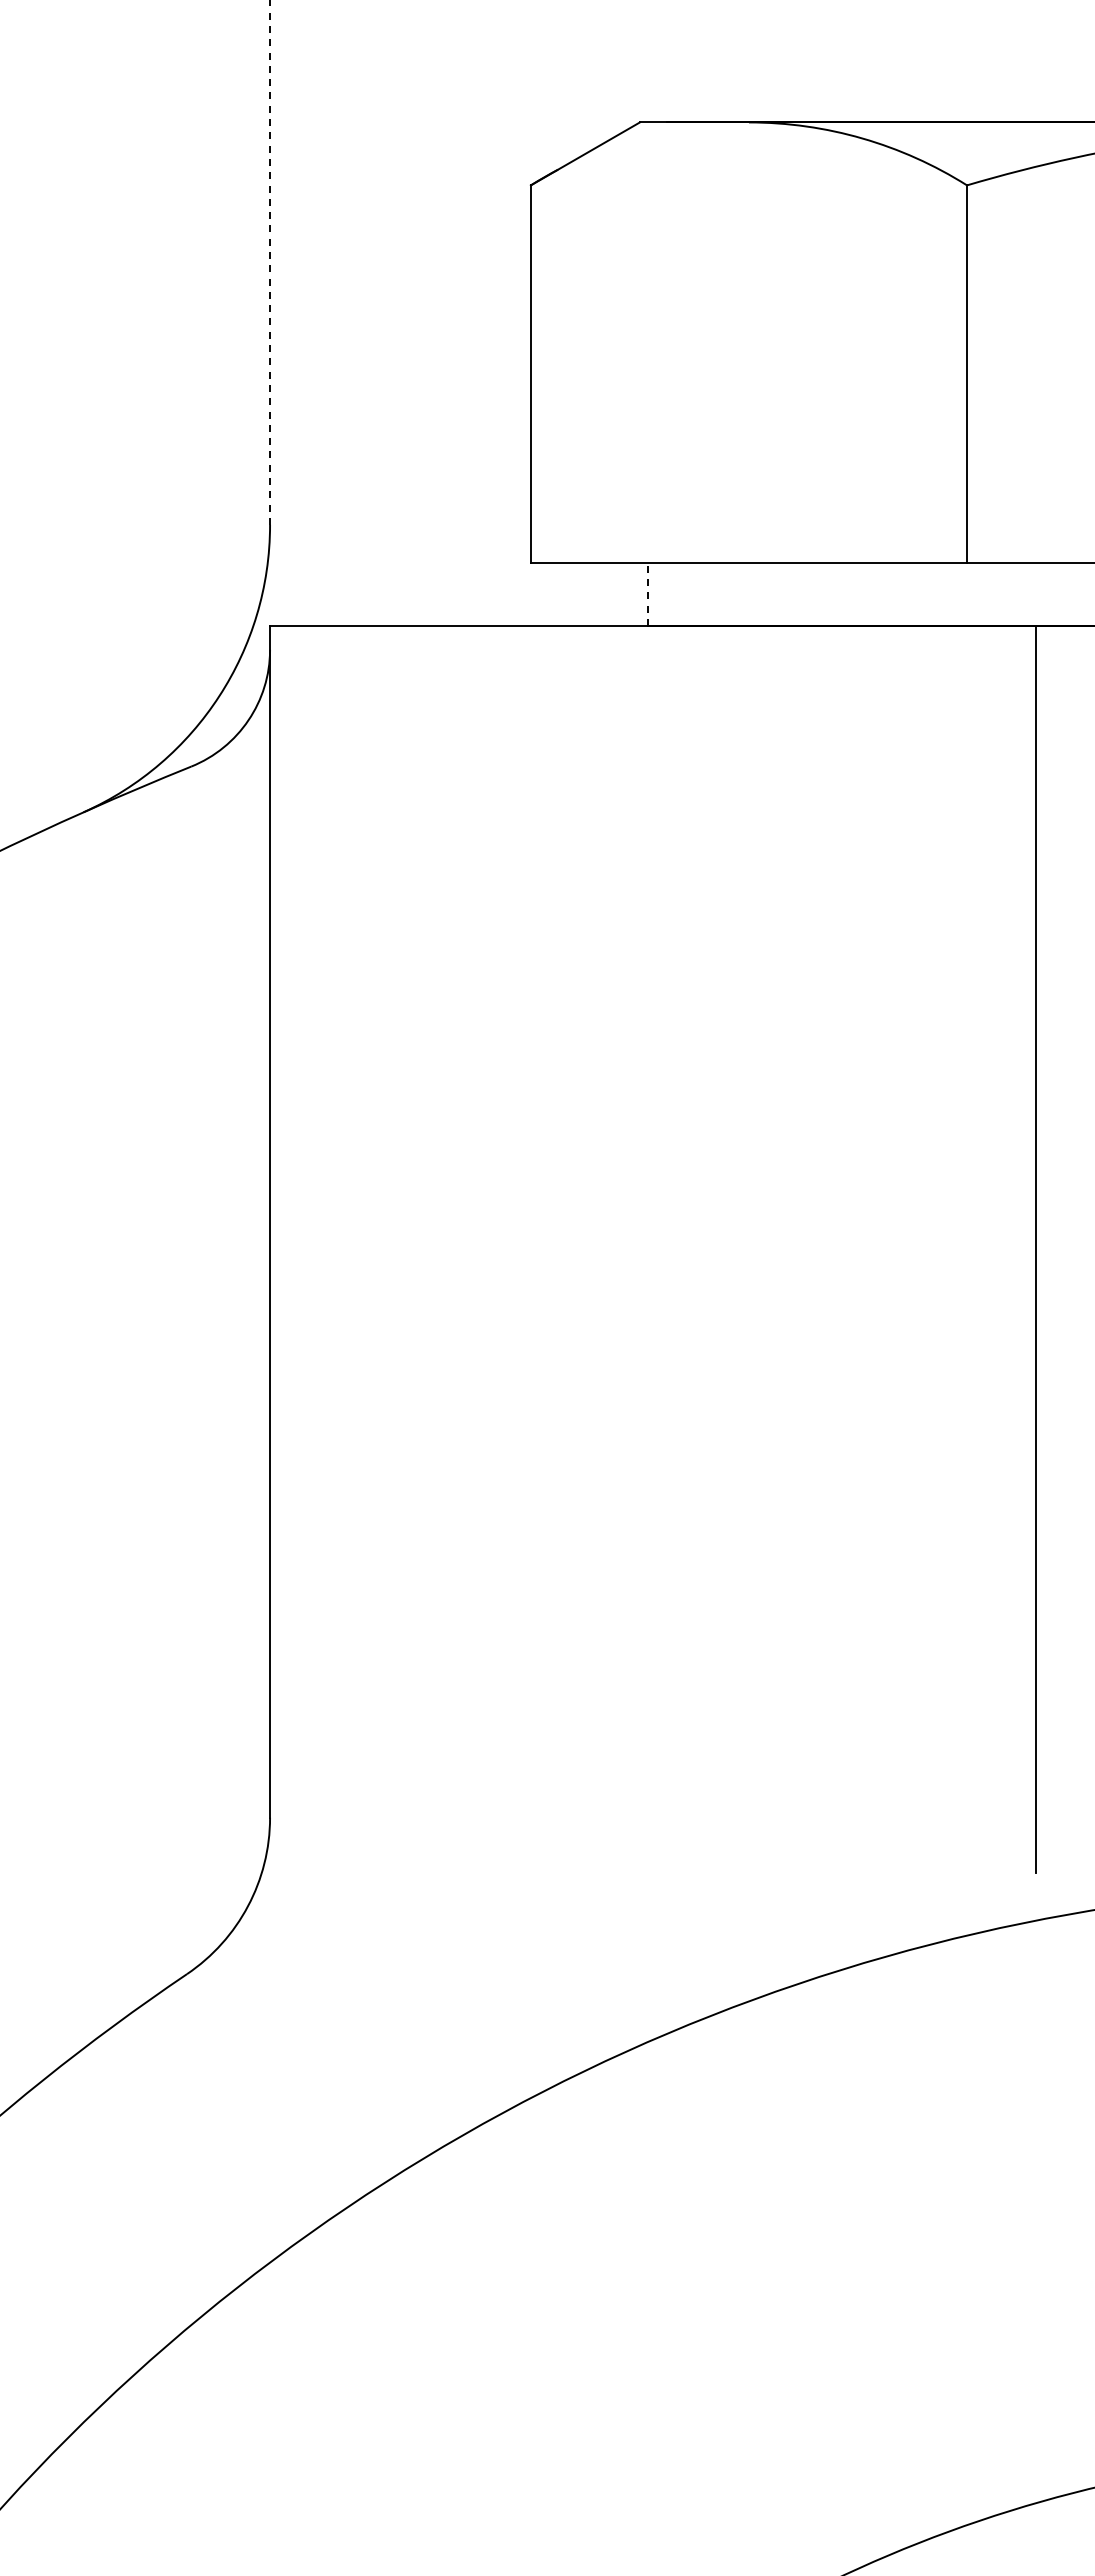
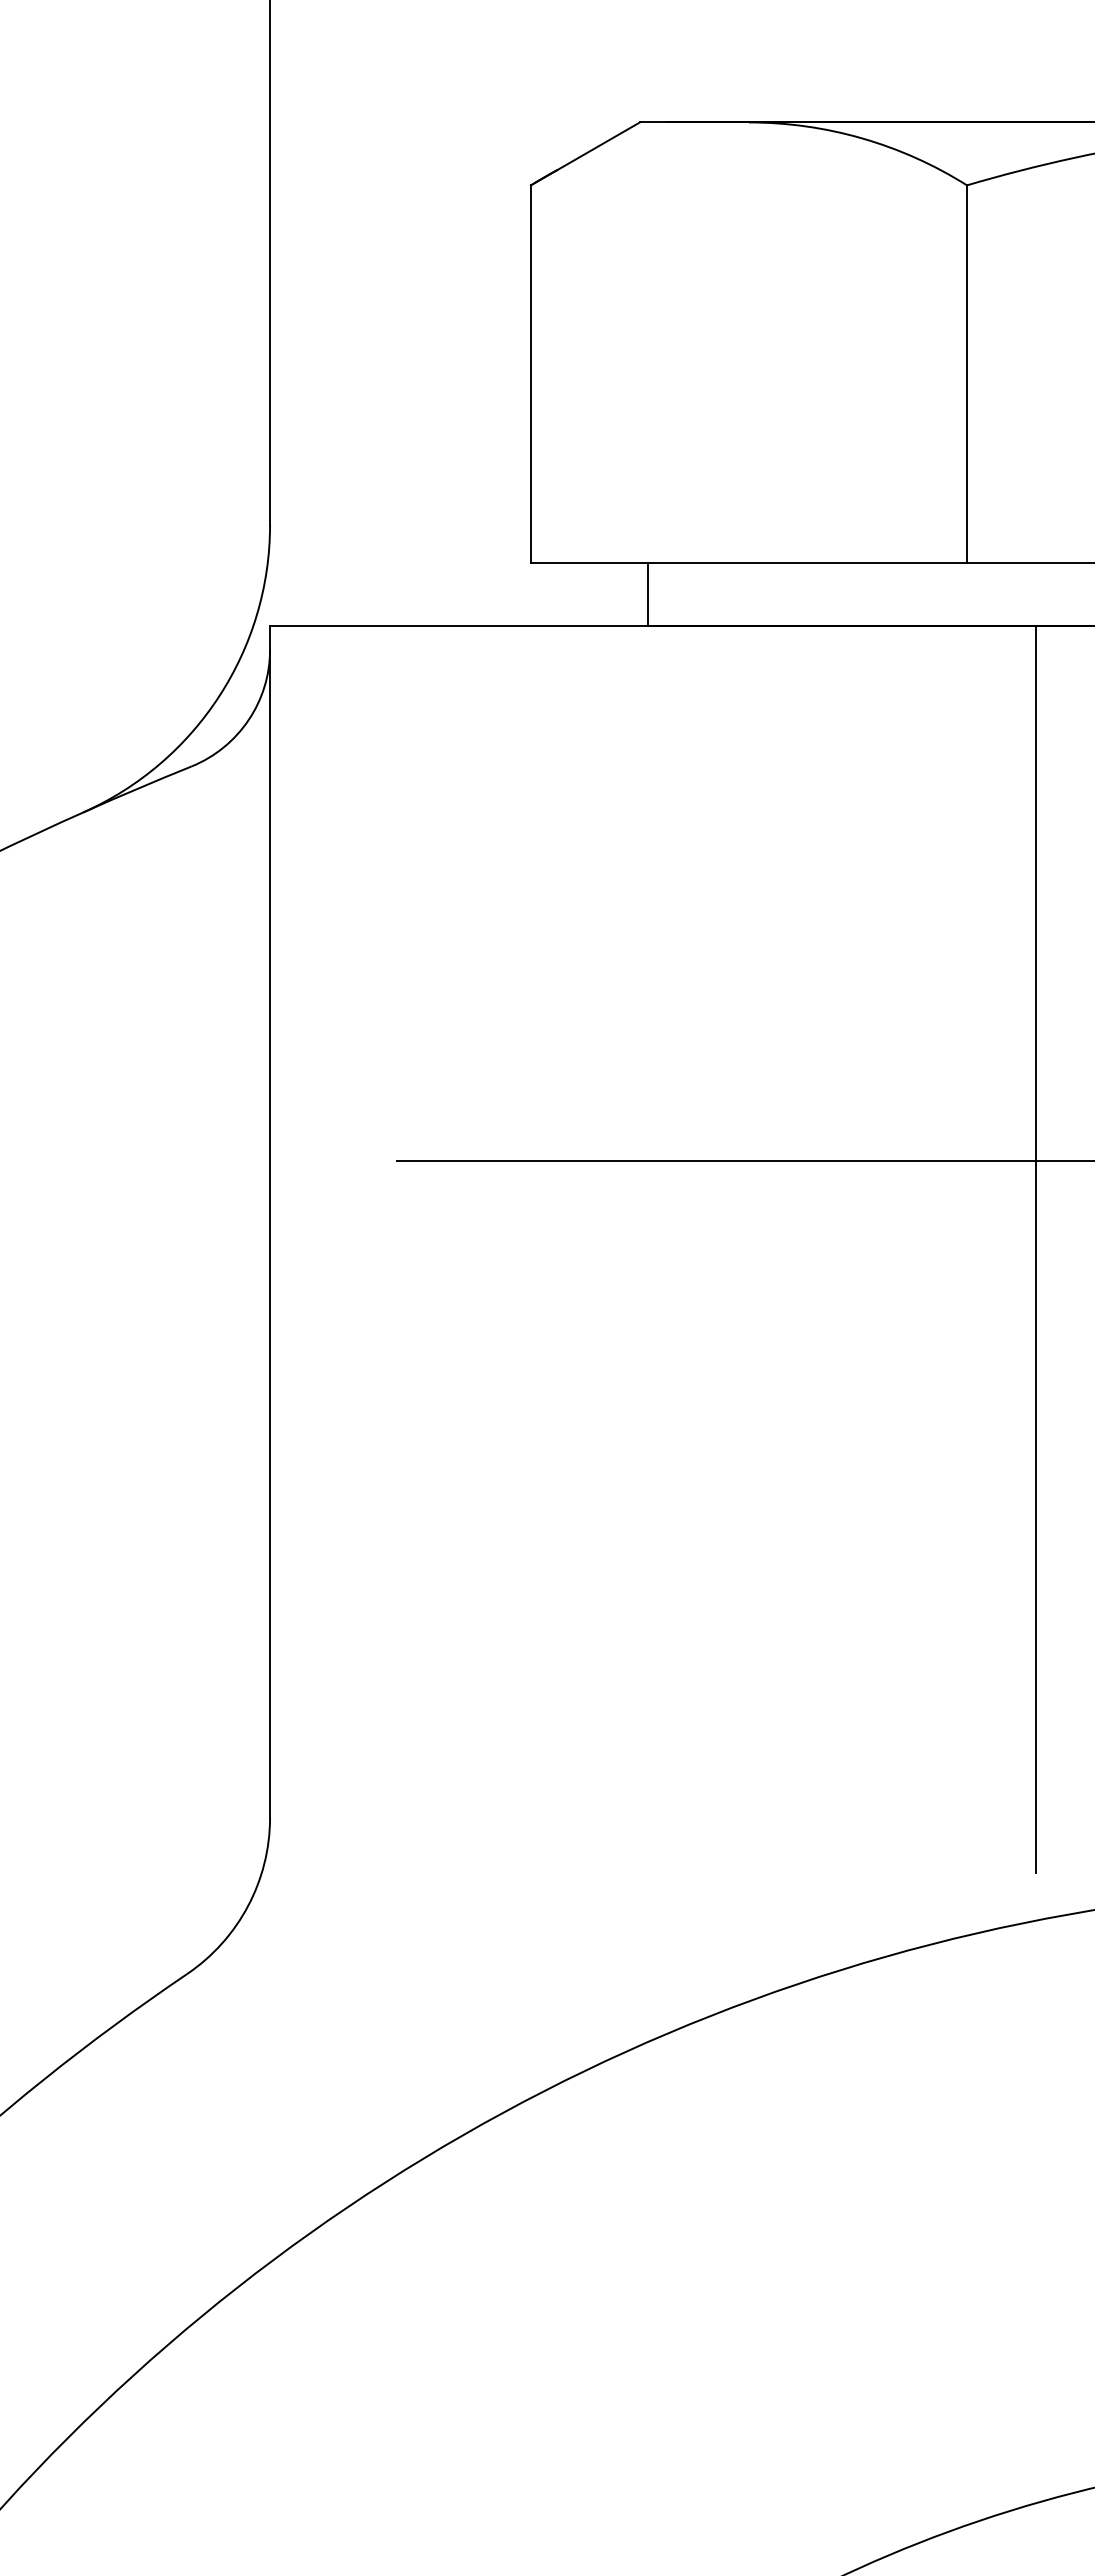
line at (270, 262): dashed -> solid
line at (647, 594): dashed -> solid
line at (743, 1161): none -> present
